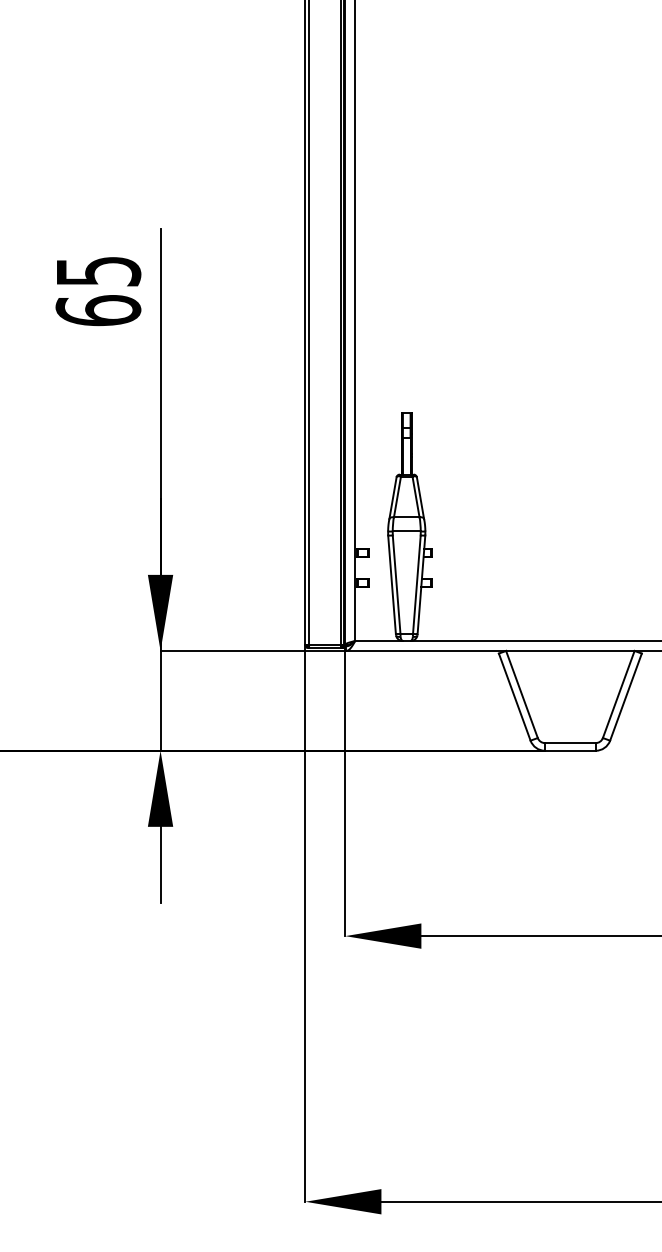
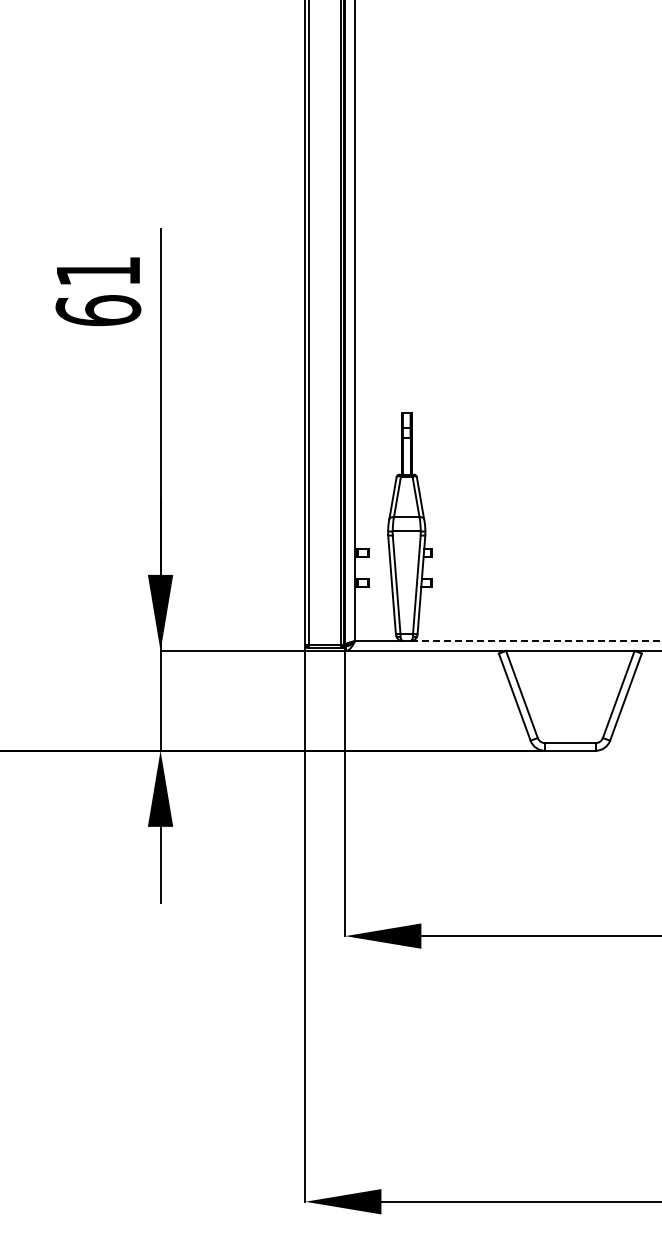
text at (99, 271): 65 -> 61
line at (536, 640): solid -> dashed
